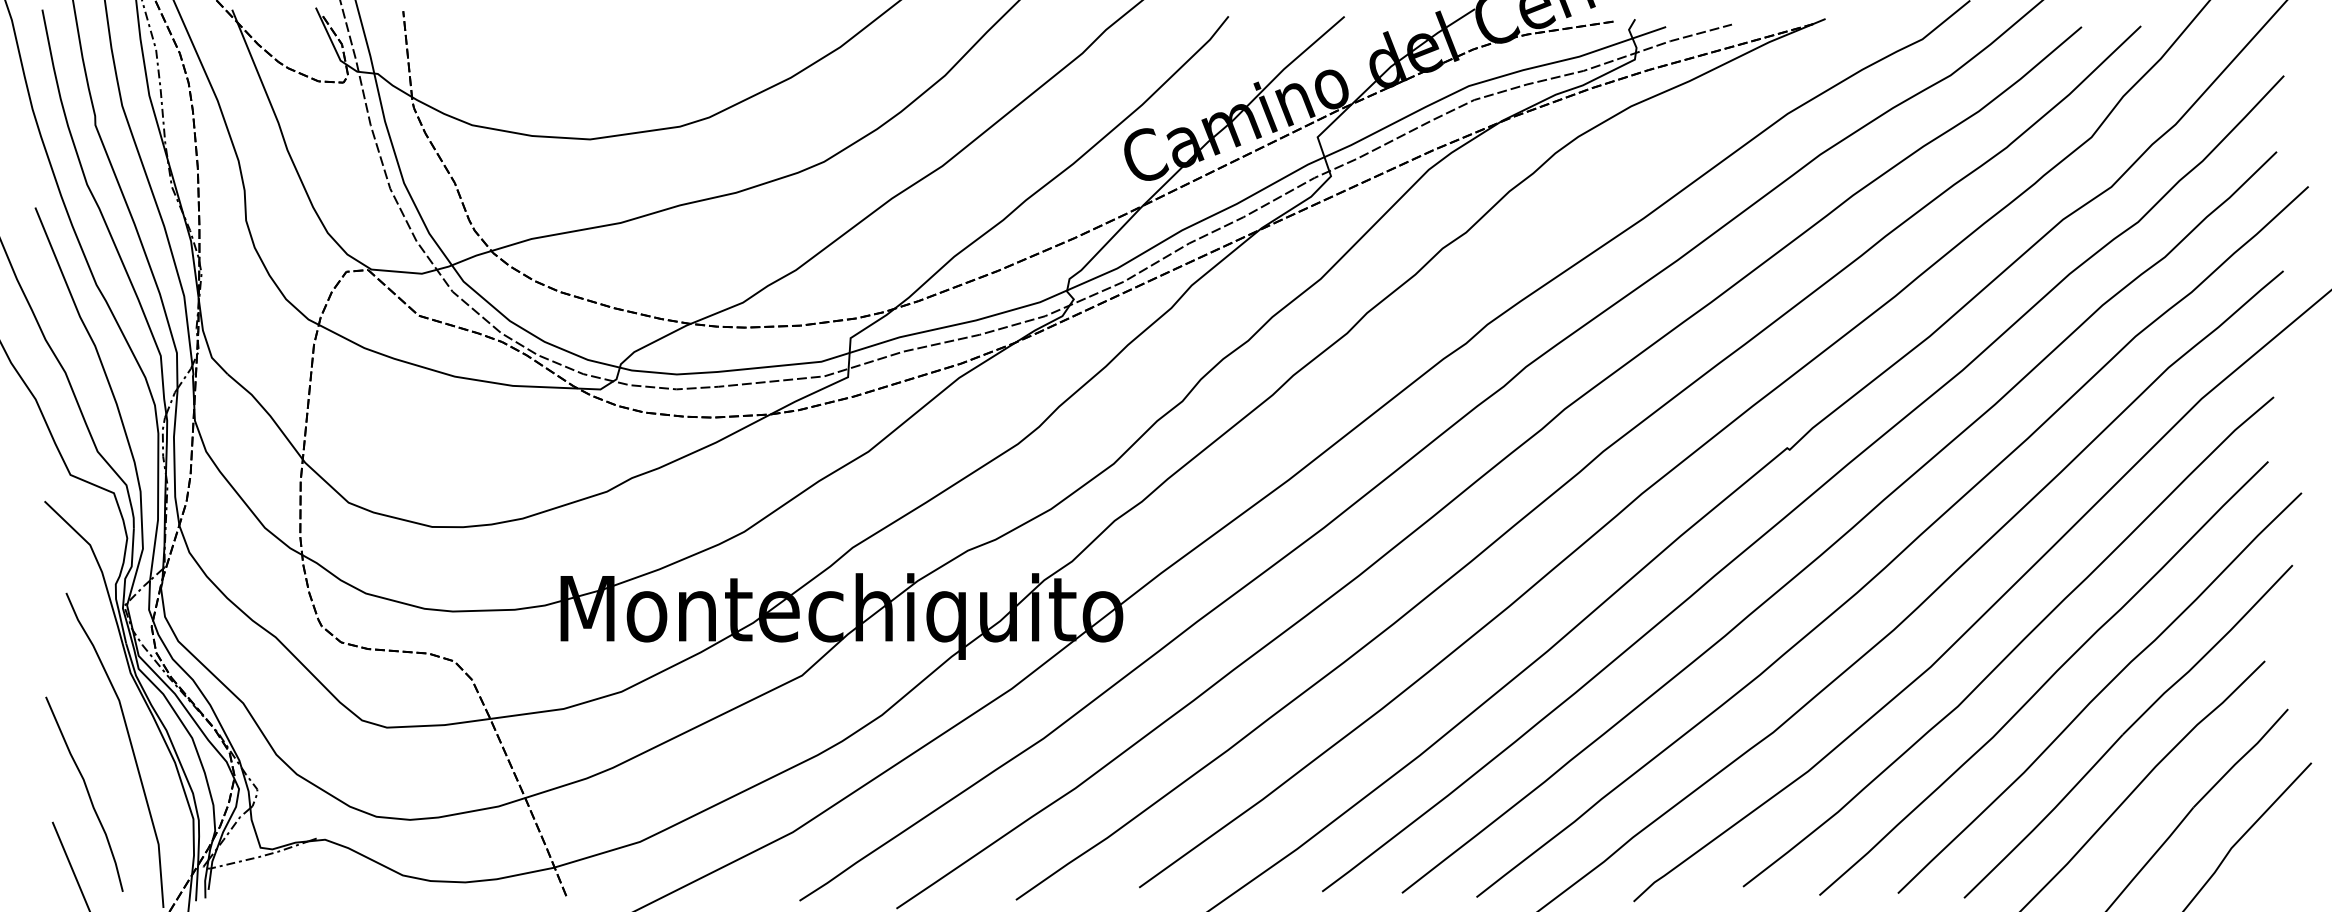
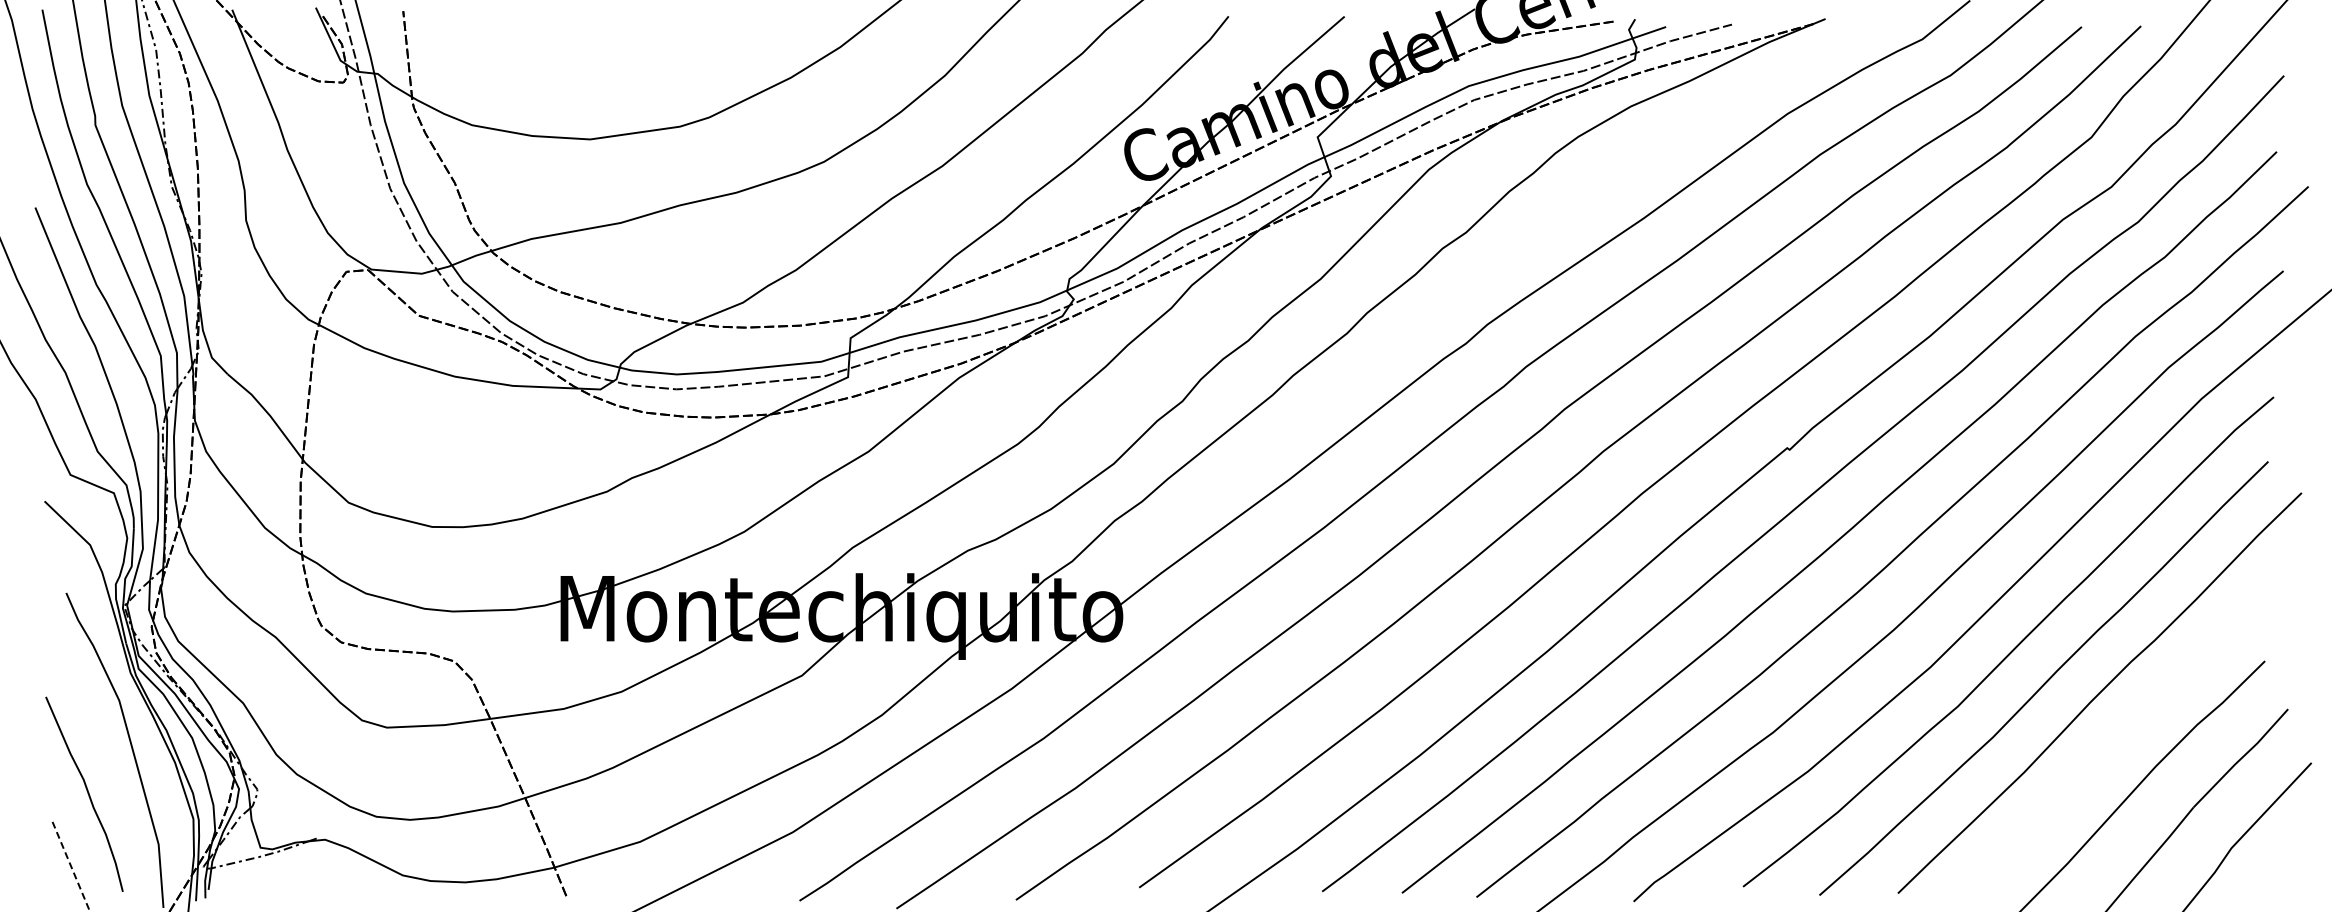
part at (2128, 731): present -> none
line at (71, 866): solid -> dashed
